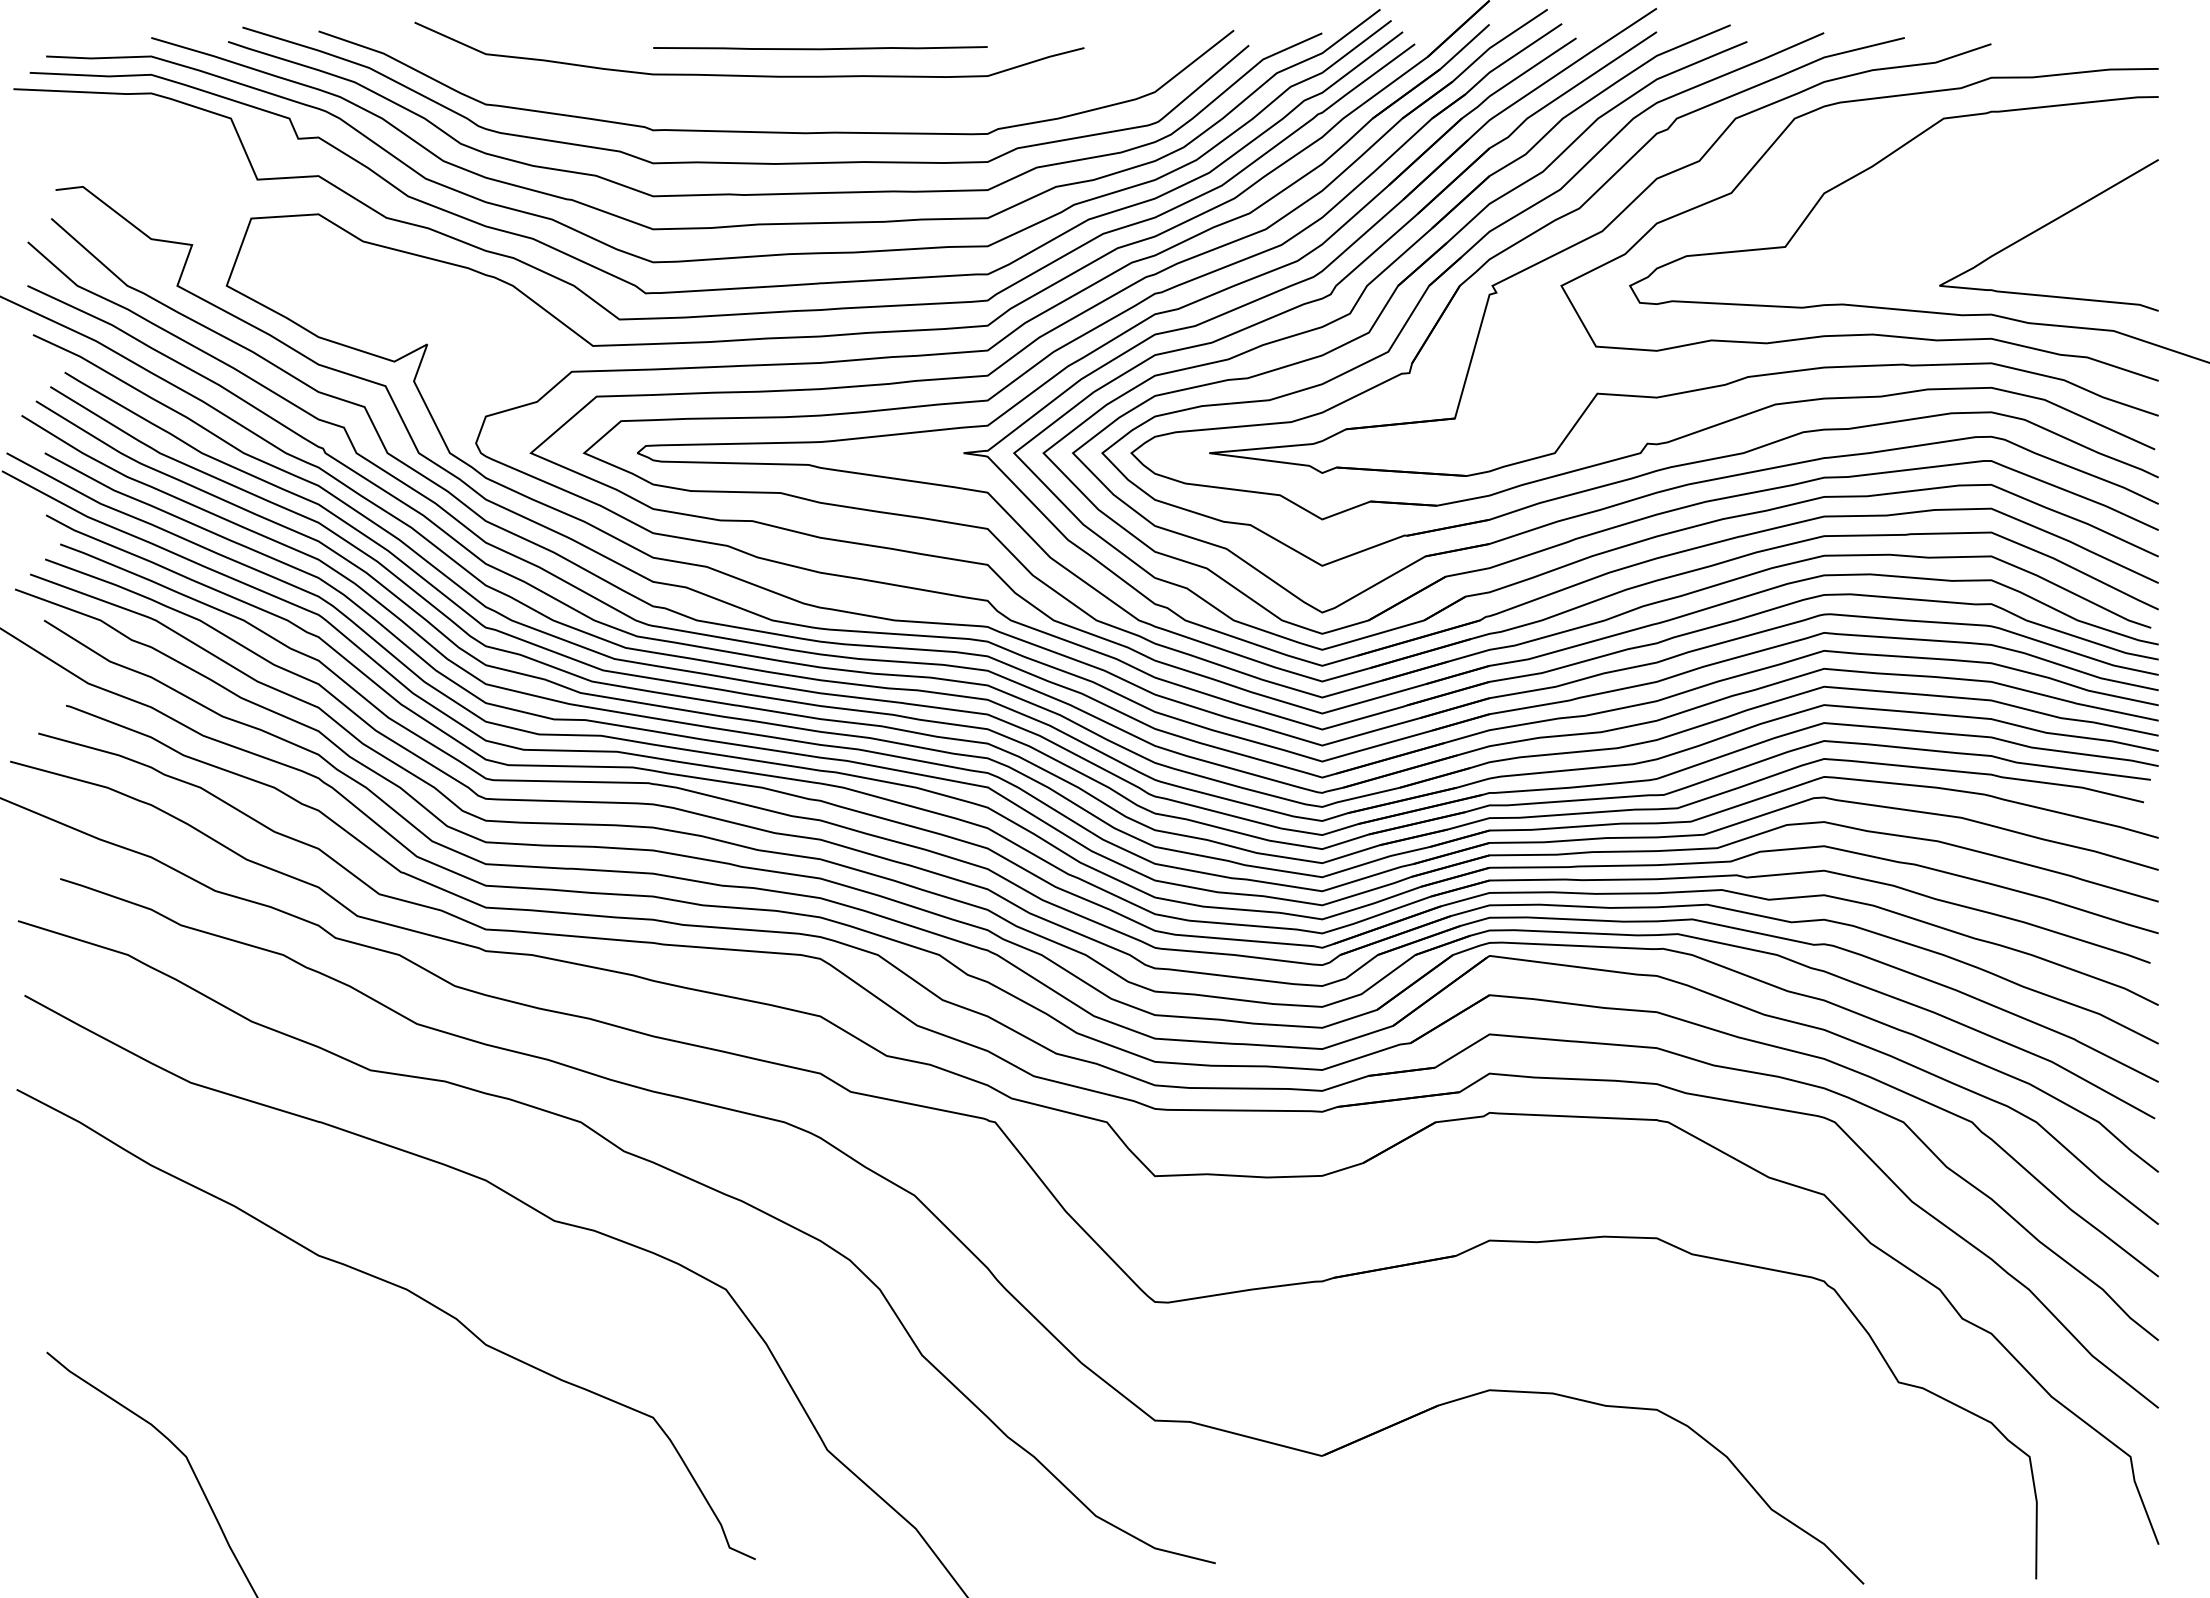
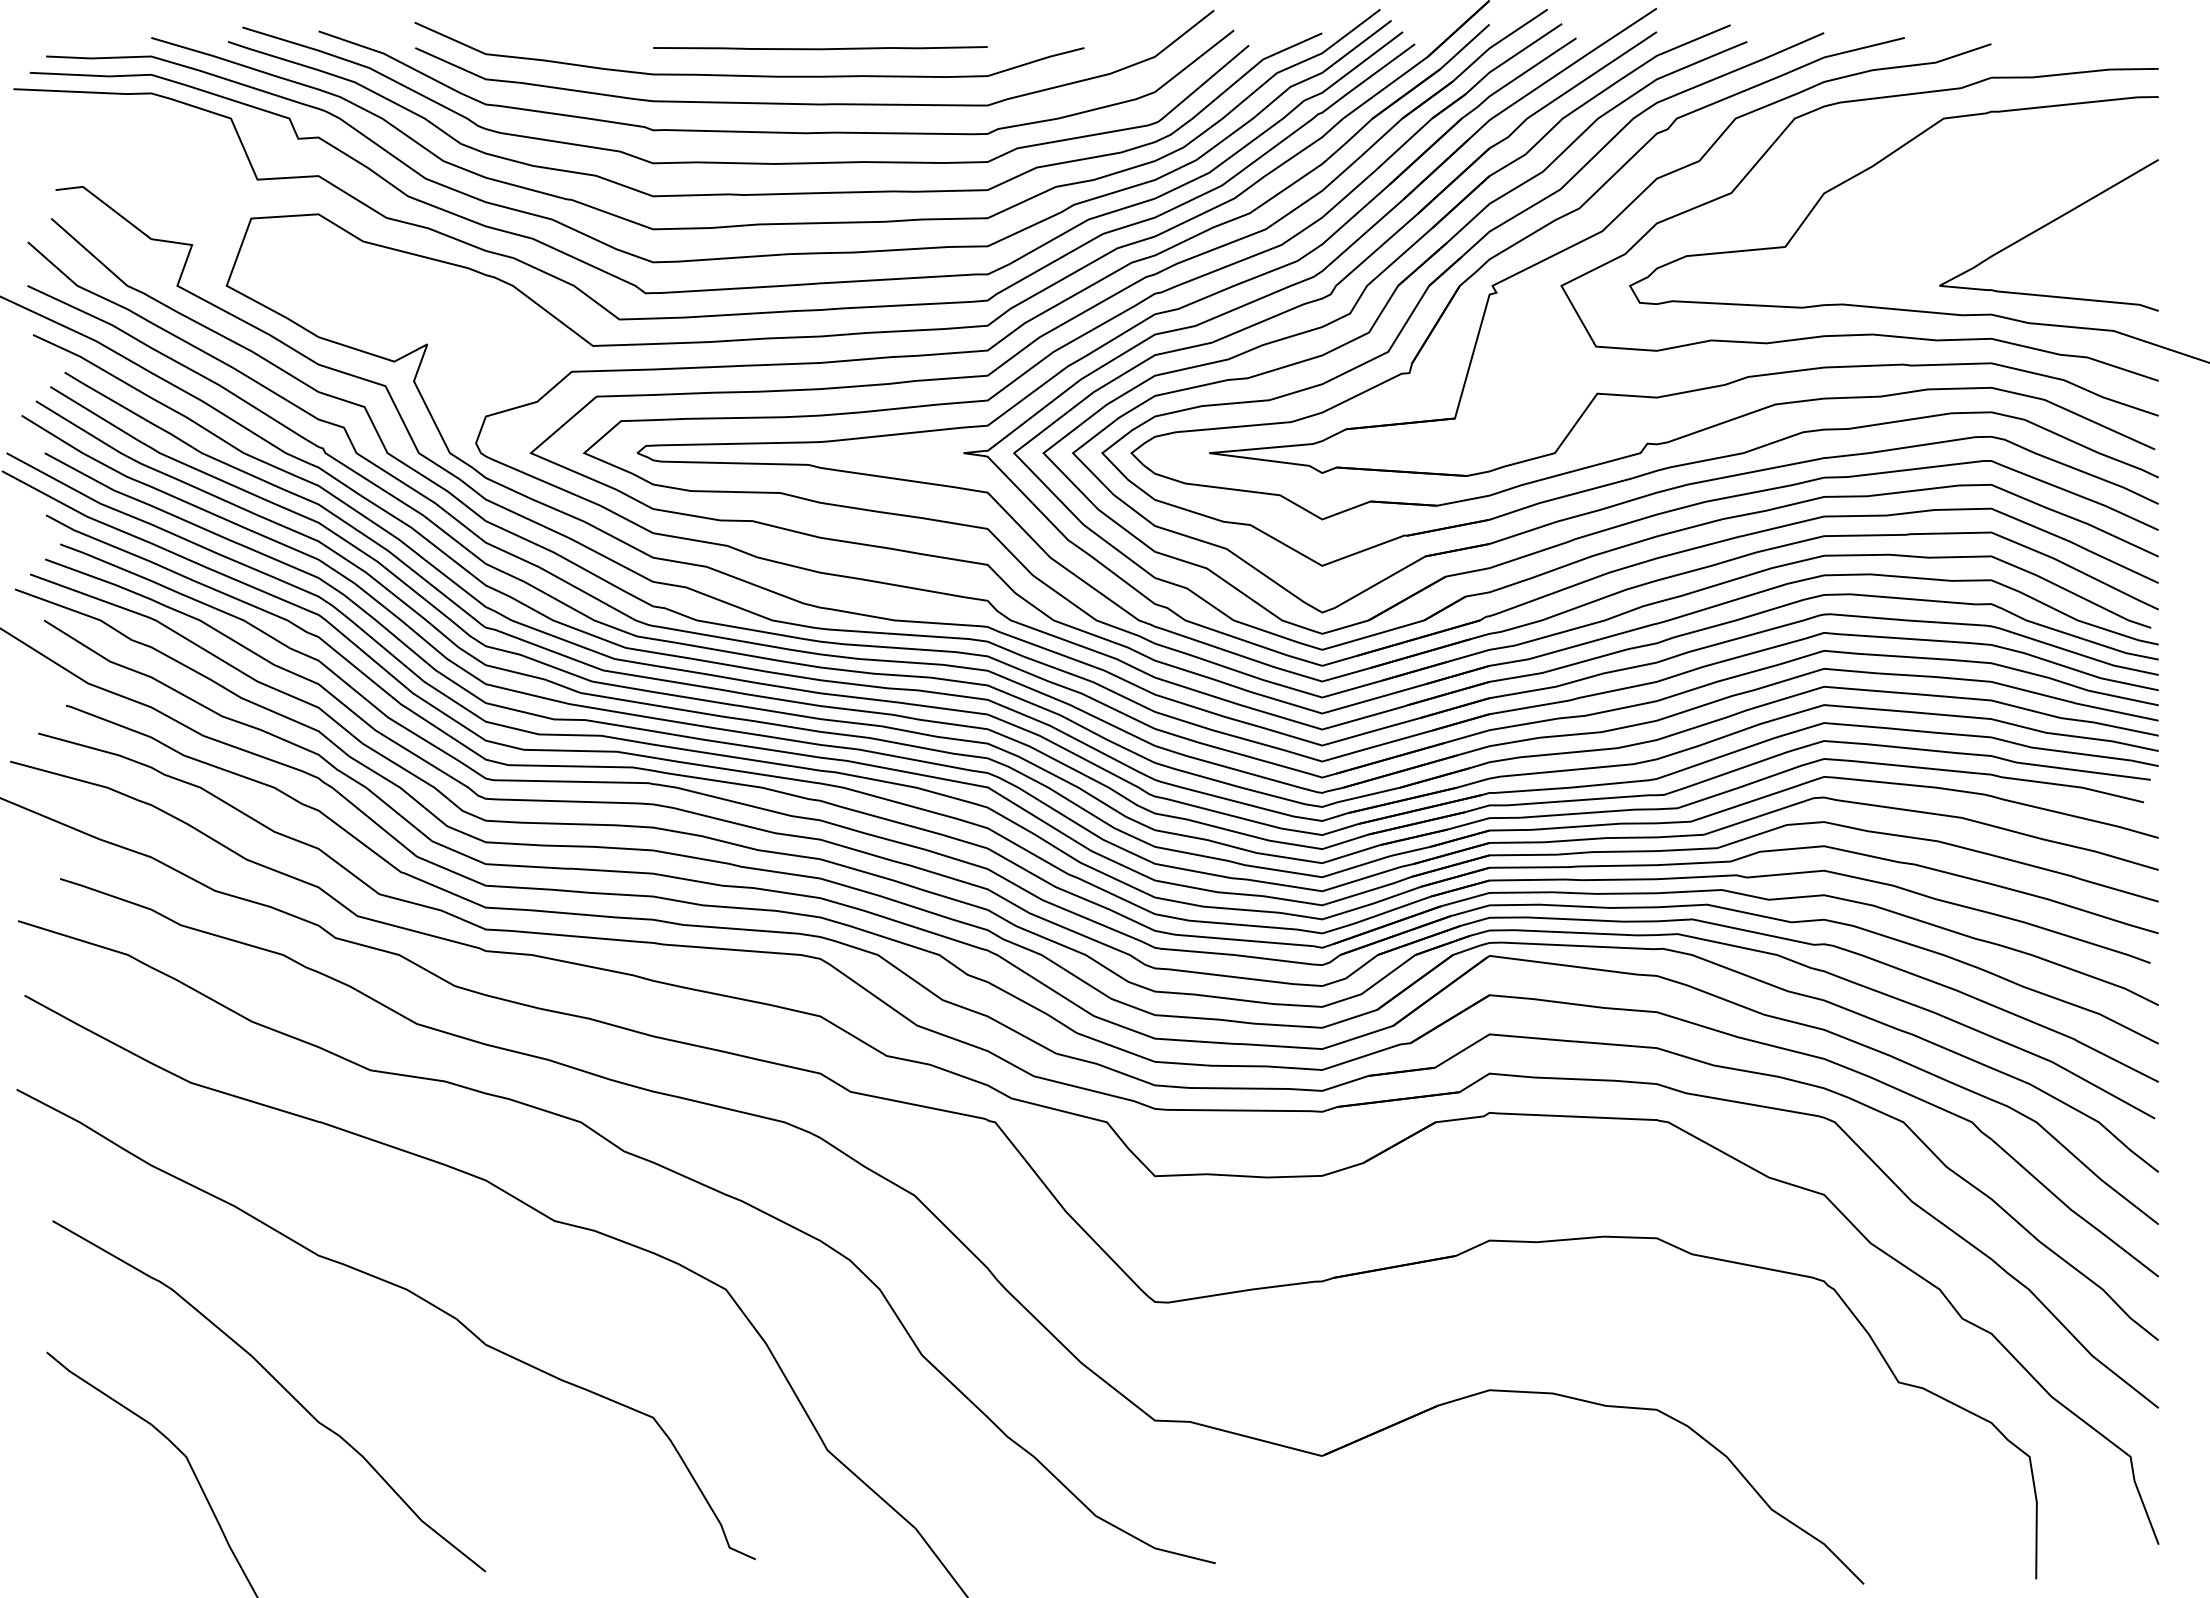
curve at (814, 103): none -> present
curve at (280, 1385): none -> present
